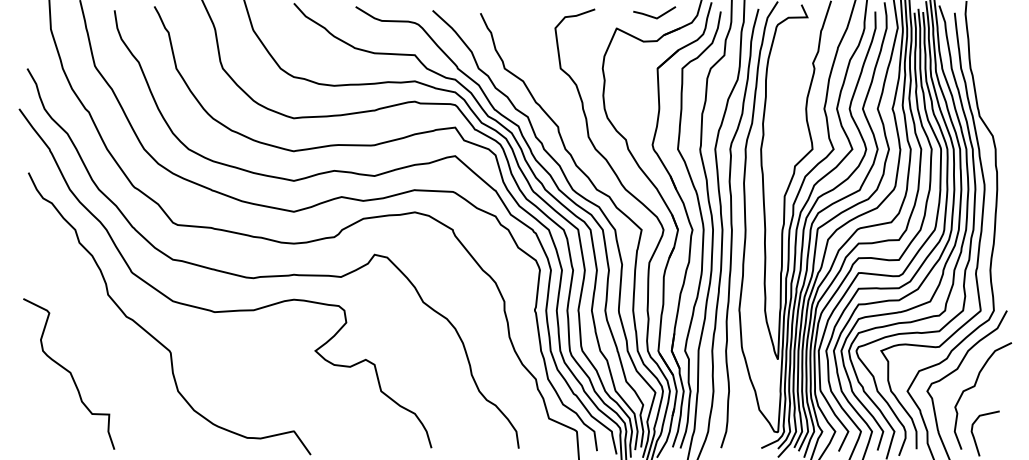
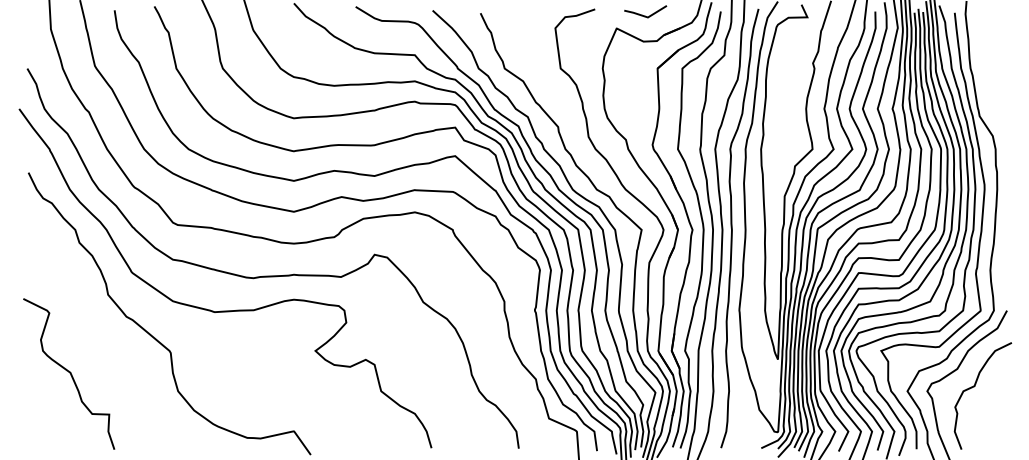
line at (654, 16) position: (654, 16) -> (645, 15)
curve at (974, 435): present -> none
